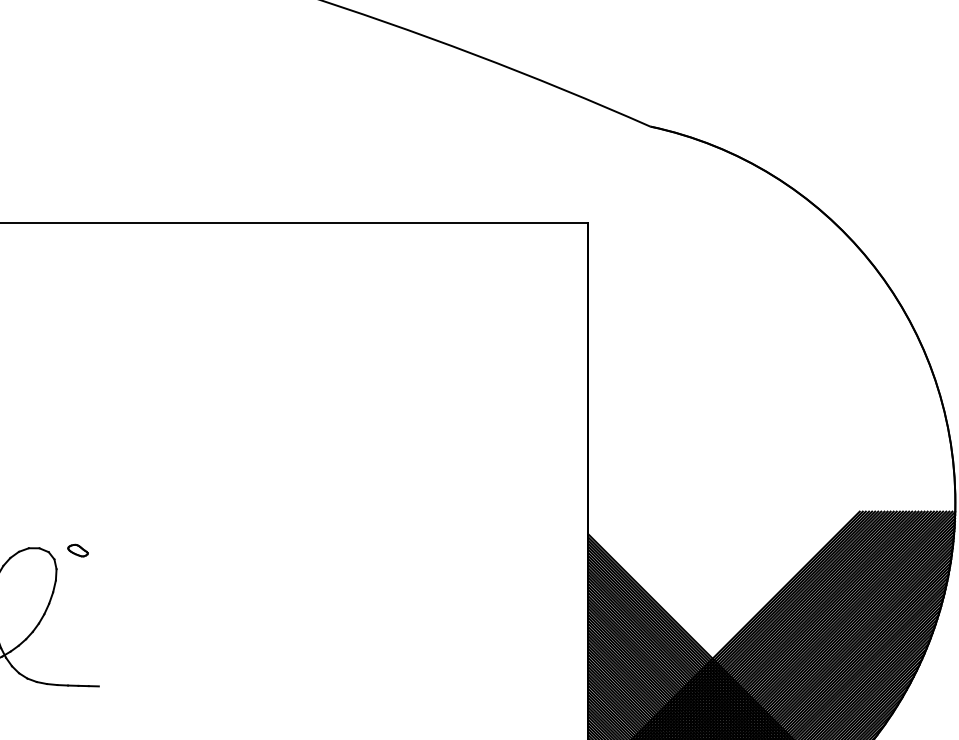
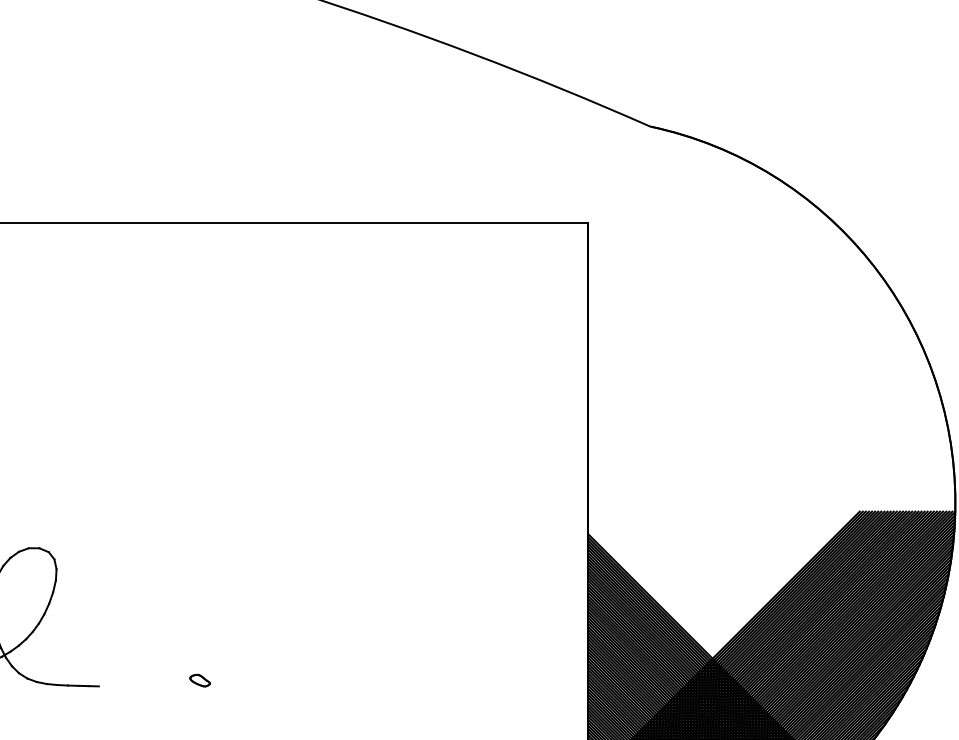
part at (77, 550) position: (77, 550) -> (199, 680)
